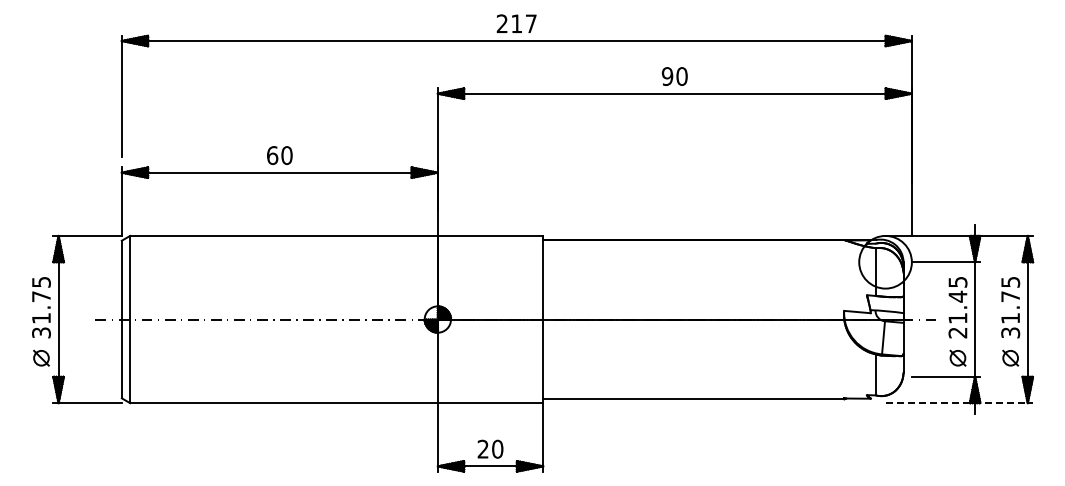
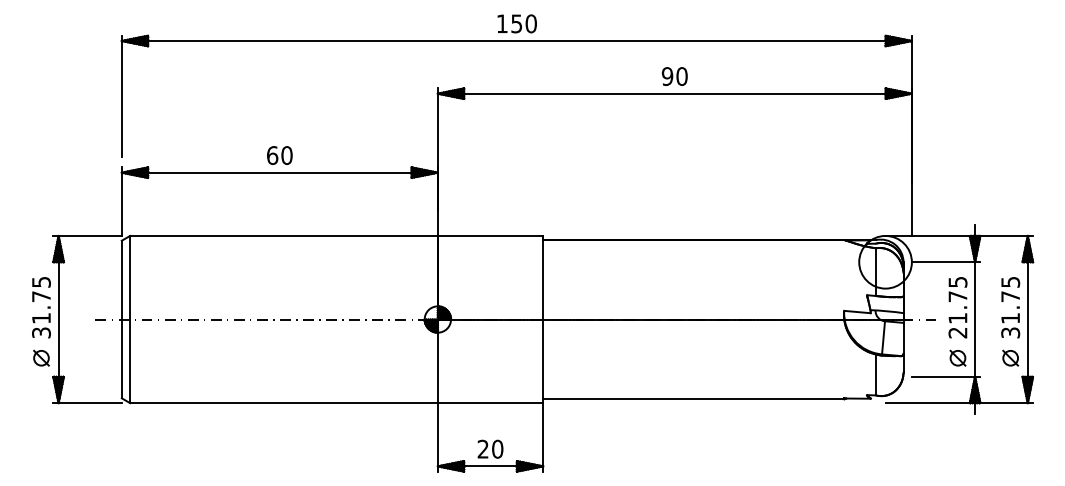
text at (516, 23): 217 -> 150
text at (957, 296): 21.45 -> 21.75
line at (959, 403): dashed -> solid
